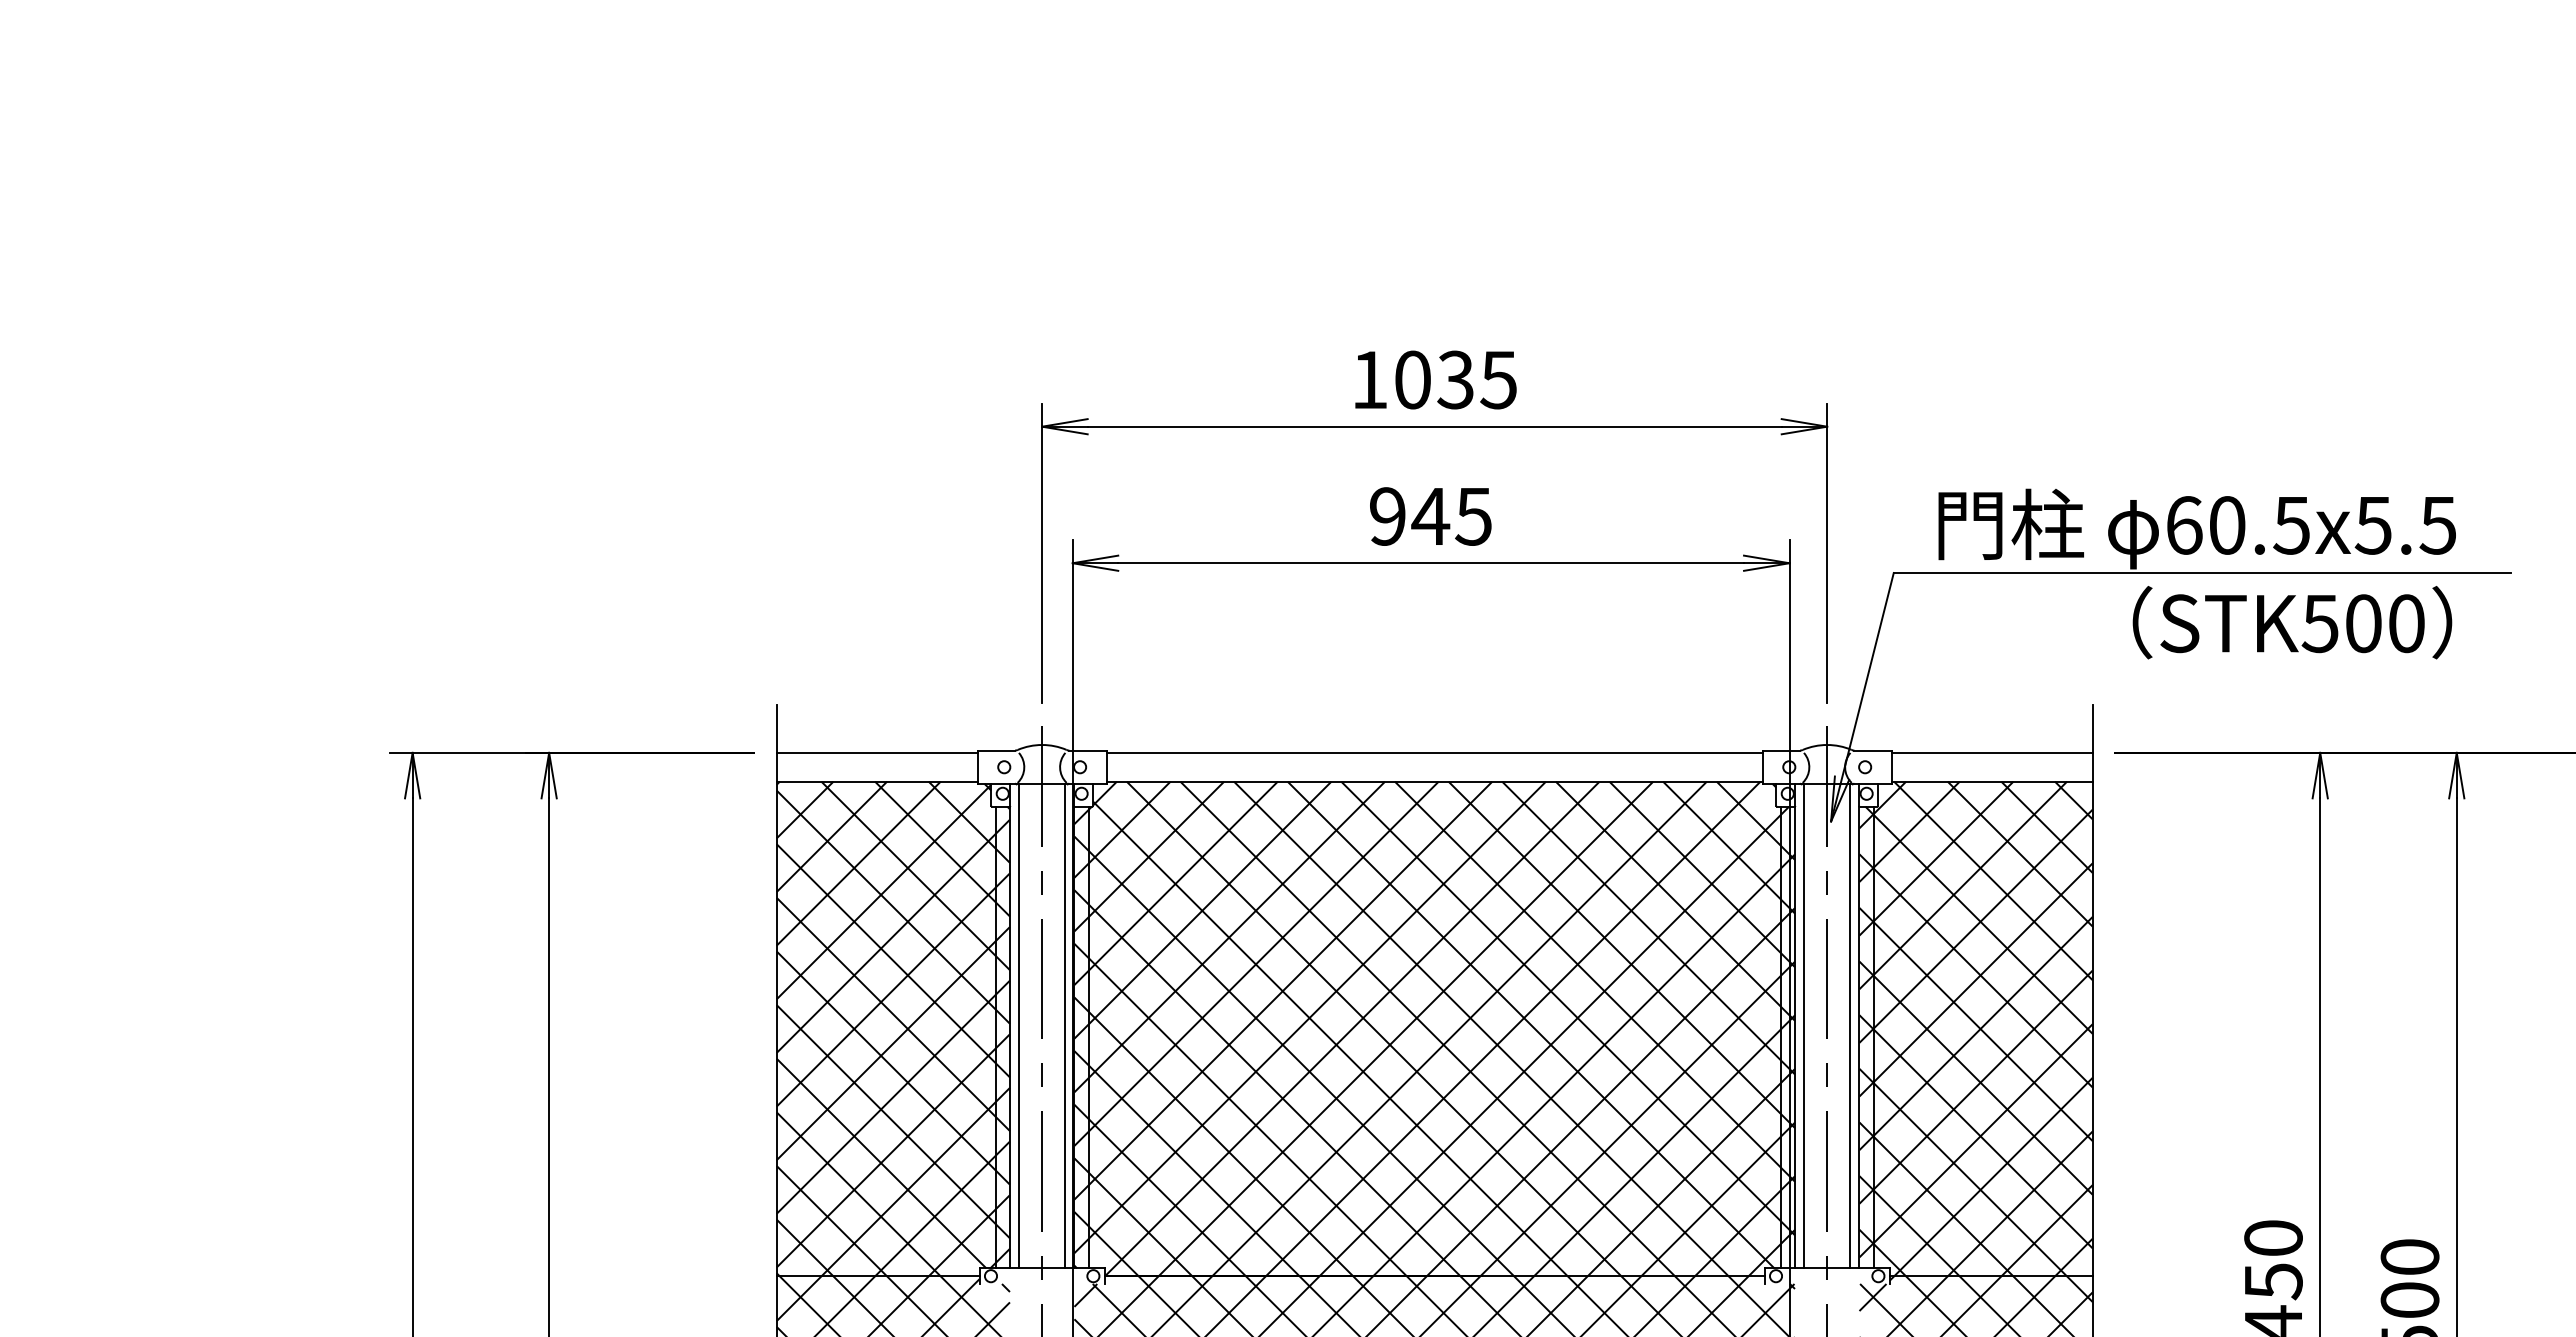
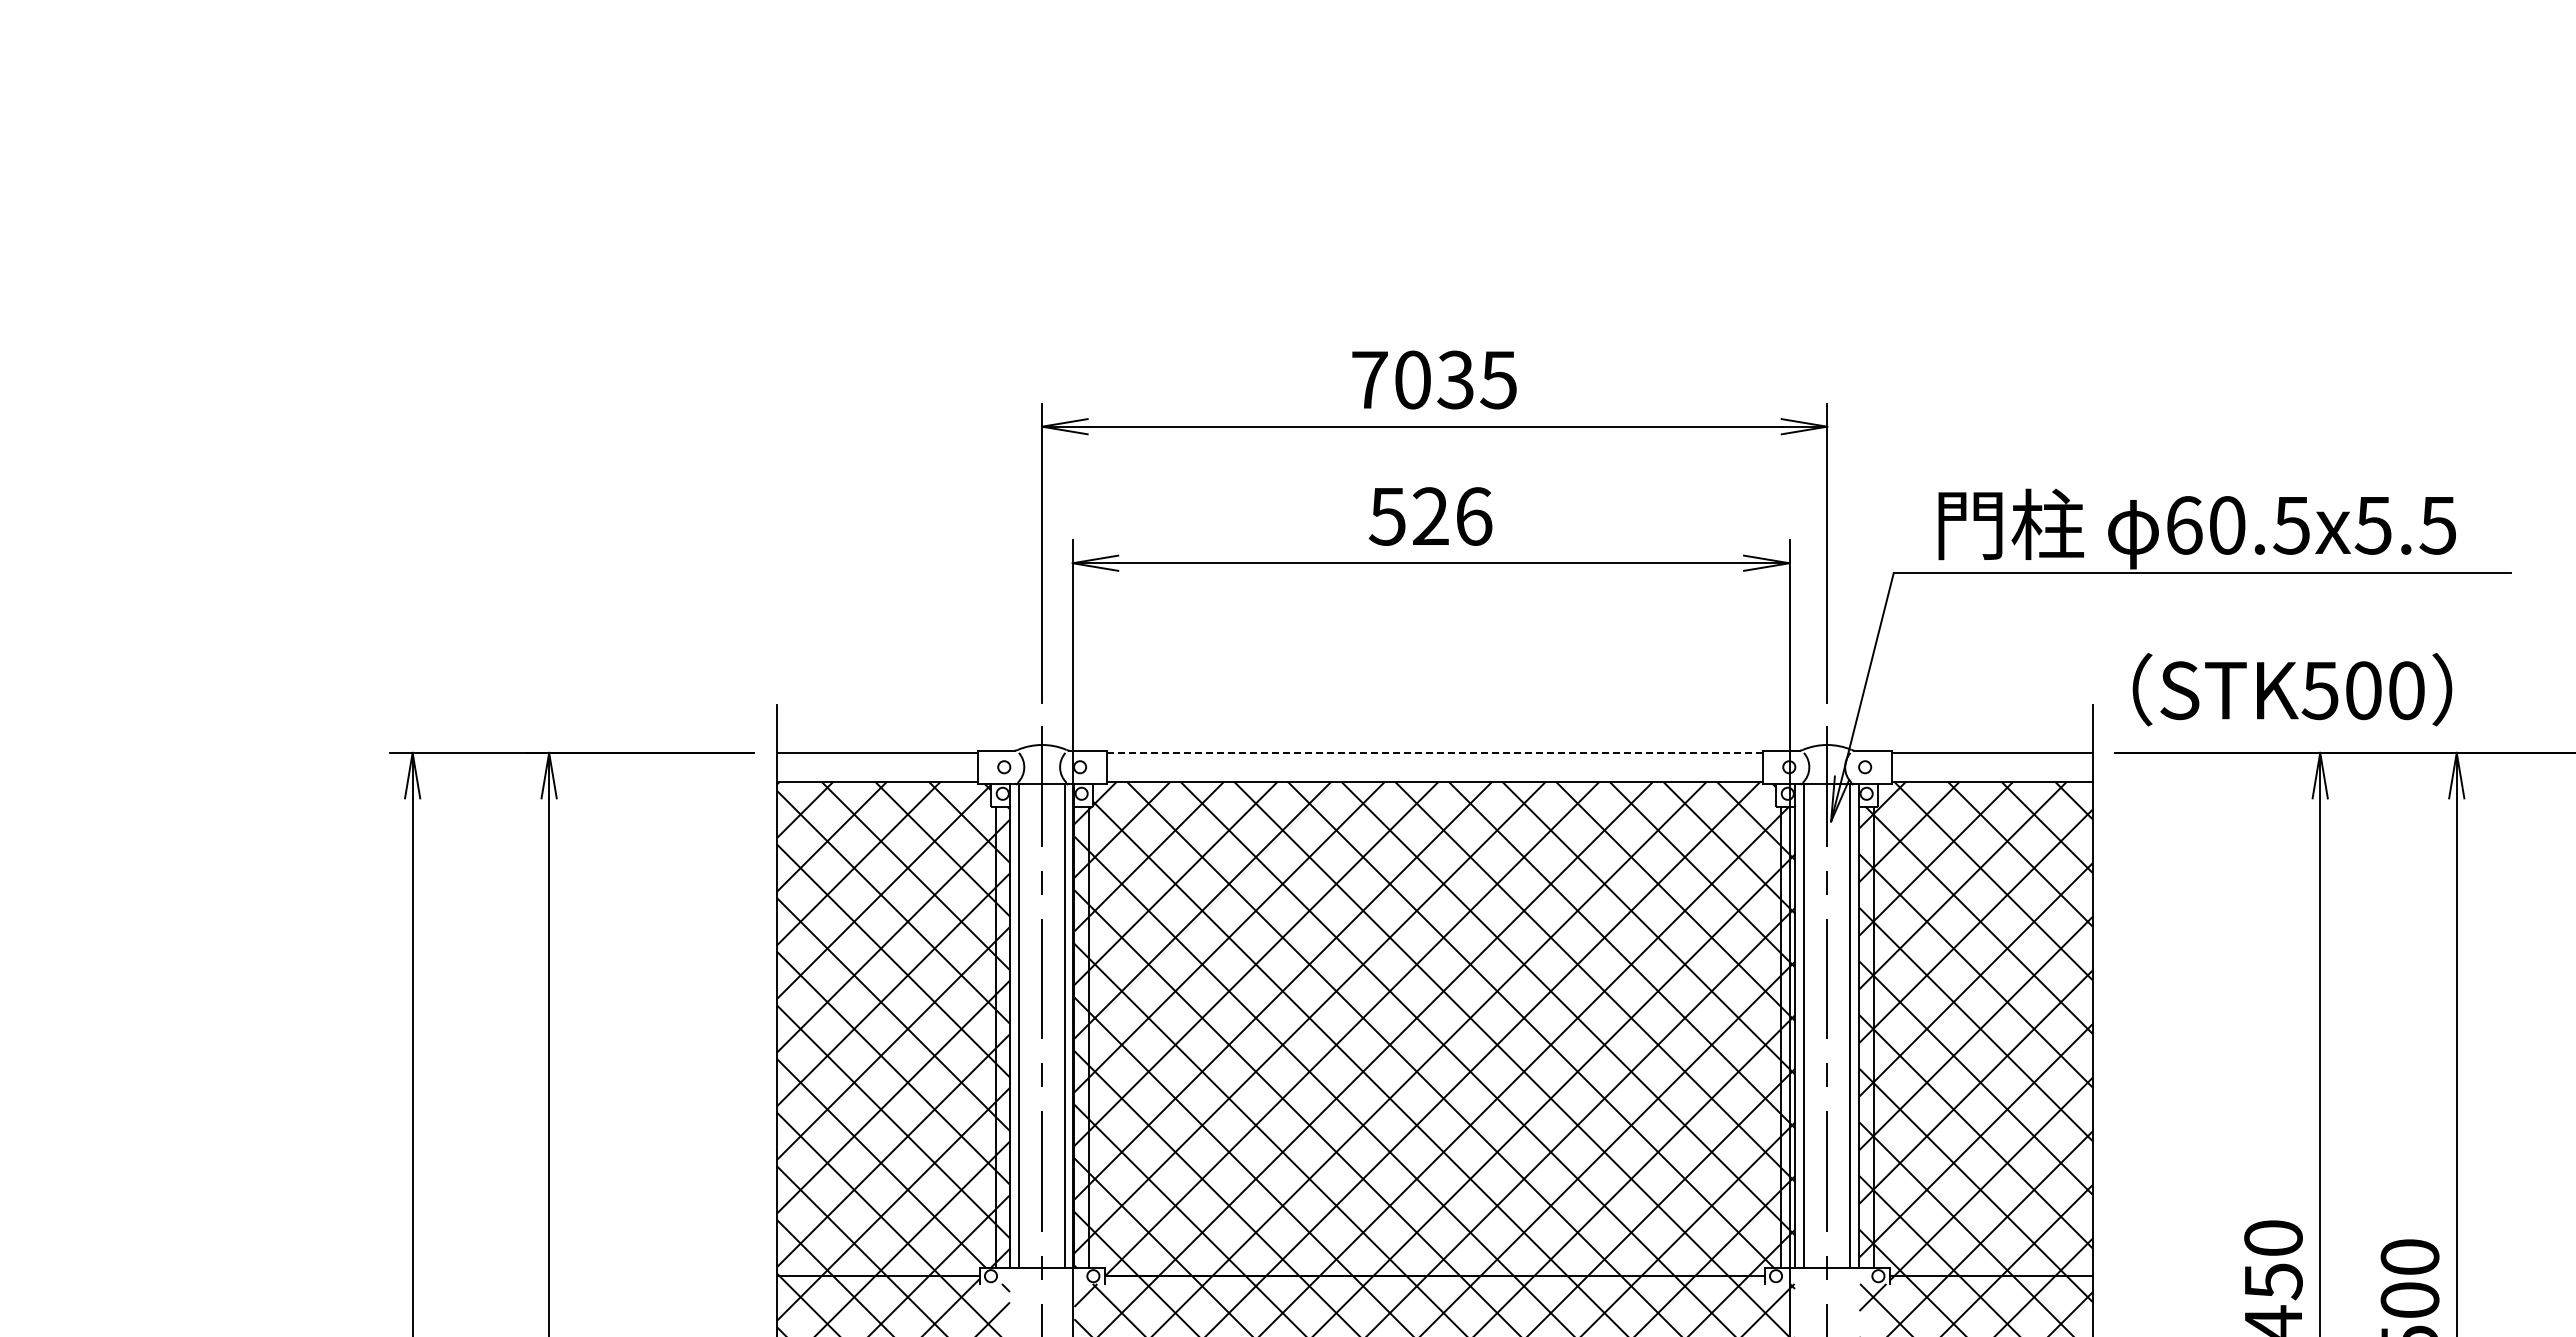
text at (1369, 379): 1035 -> 7035
text at (1430, 516): 945 -> 526
text at (2292, 622) position: (2292, 622) -> (2292, 689)
line at (1435, 752): solid -> dashed
